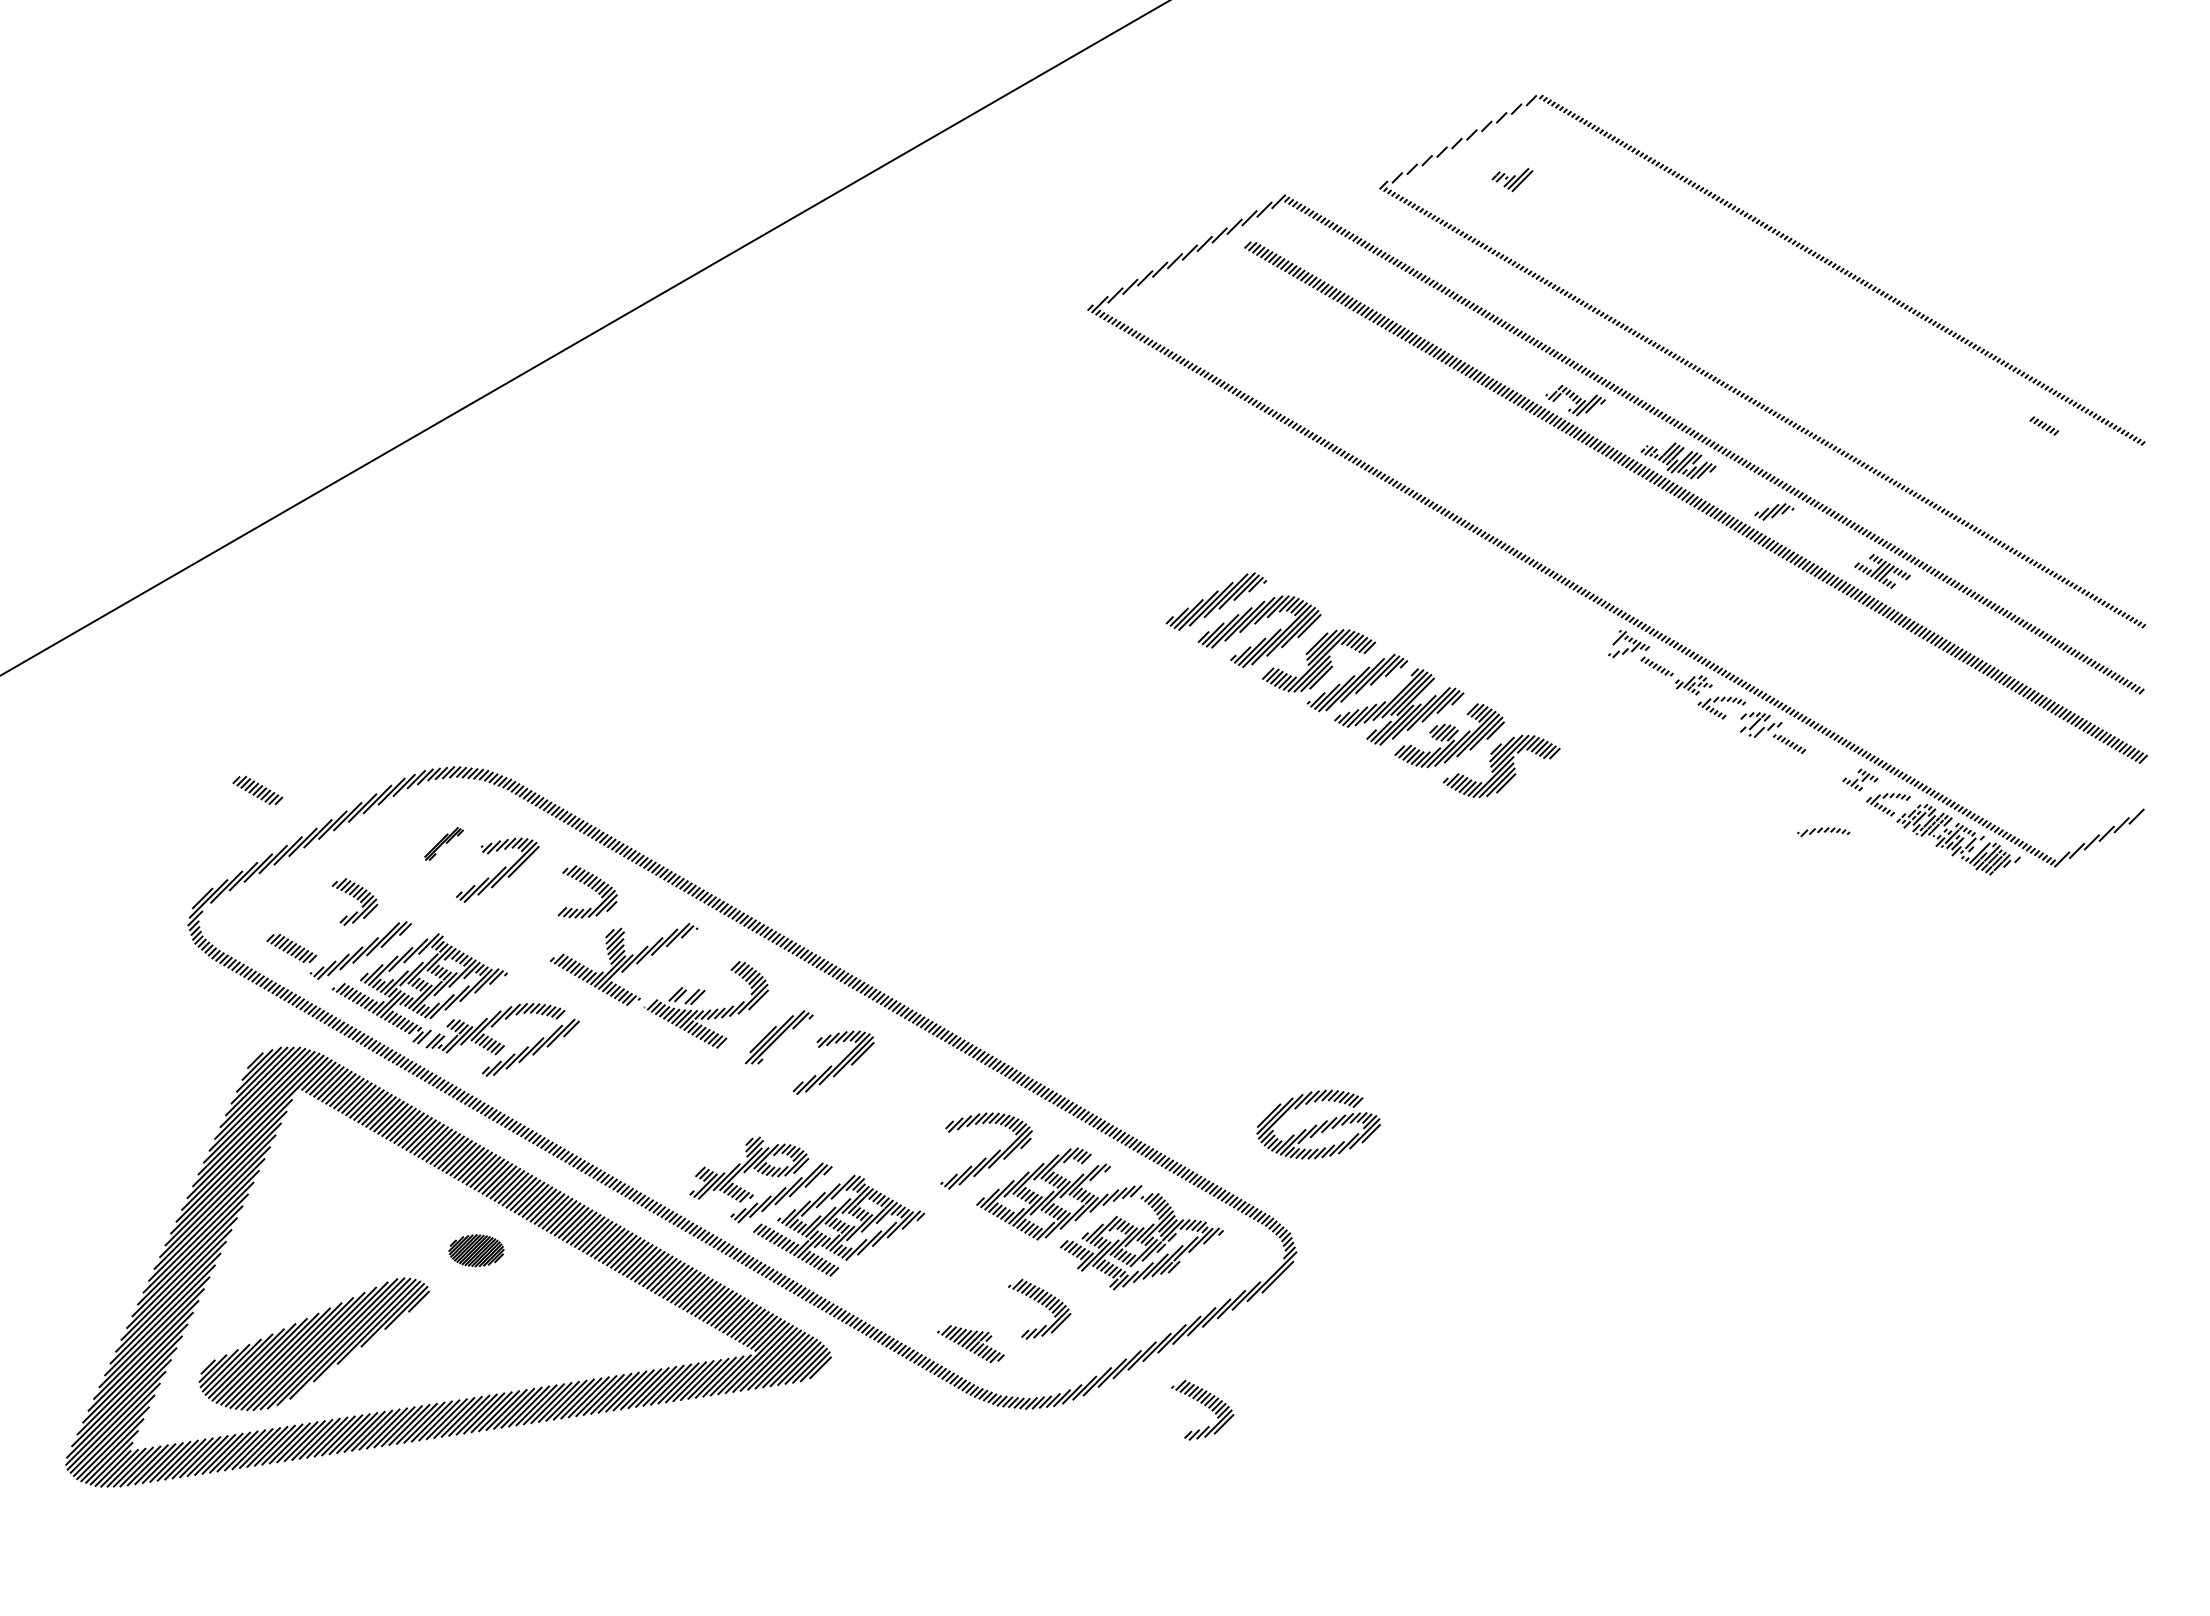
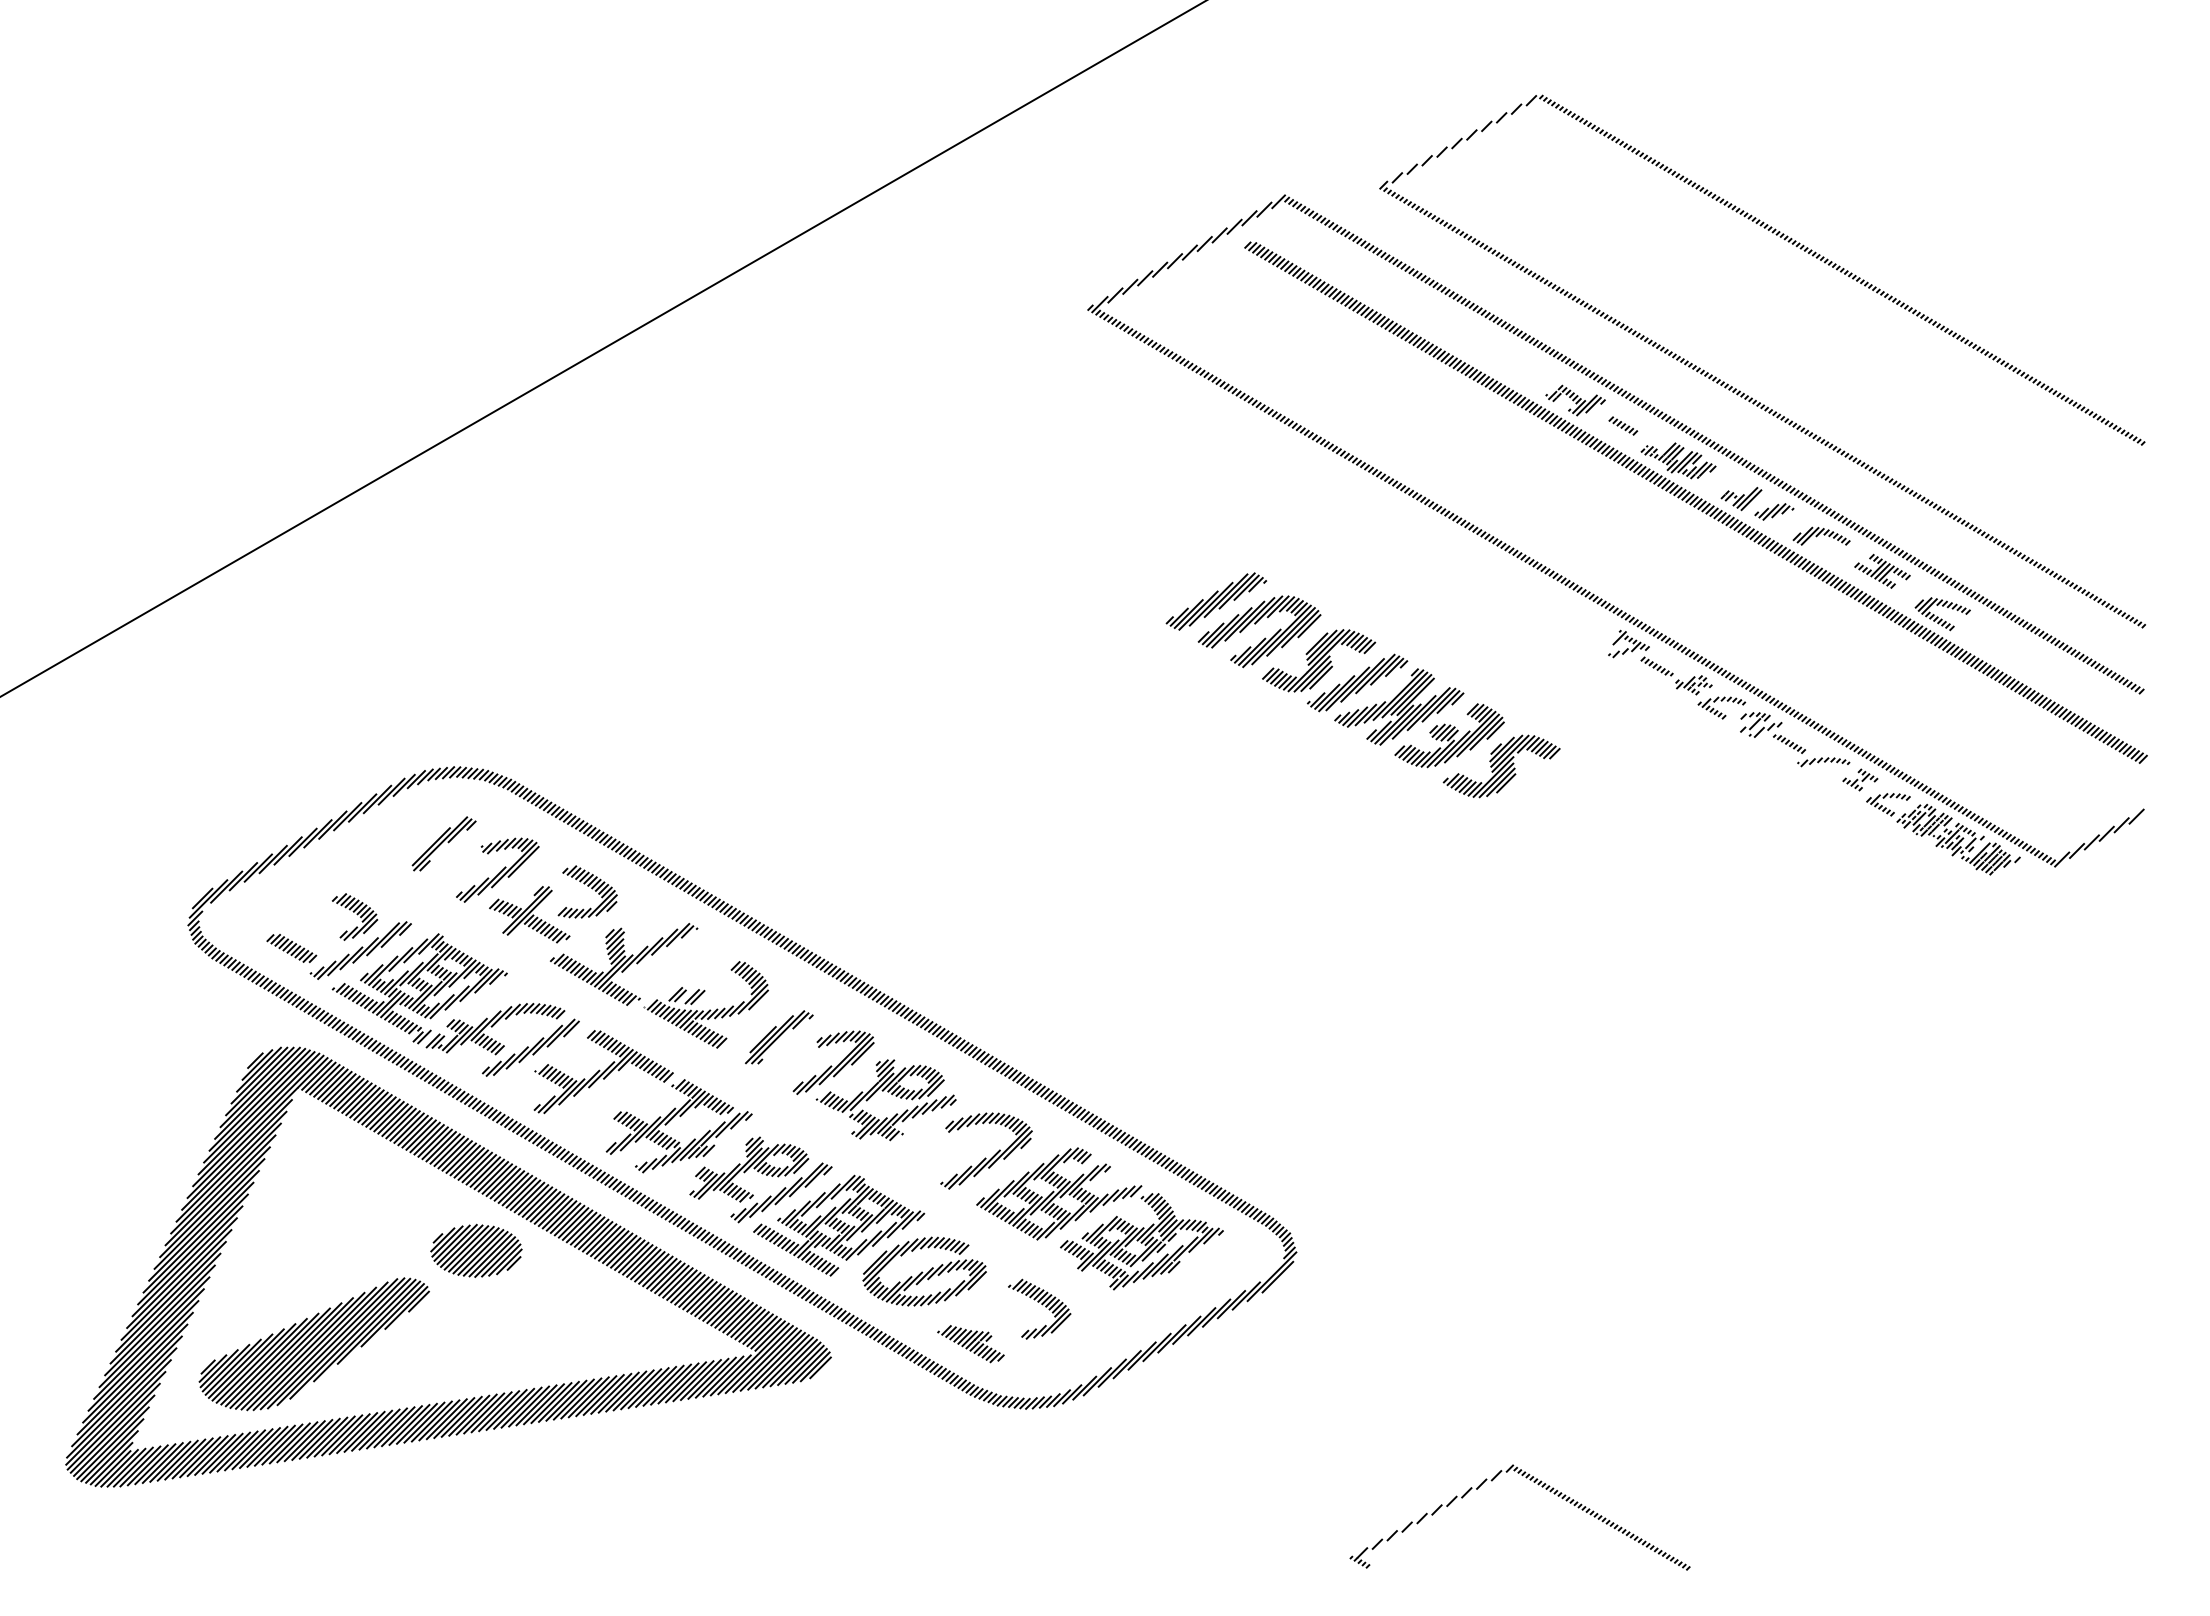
part at (1512, 180) position: (1512, 180) -> (1741, 499)
line at (584, 338) position: (584, 338) -> (602, 348)
part at (2044, 425) position: (2044, 425) -> (1623, 425)
part at (1821, 535): none -> present
part at (1942, 614): none -> present
part at (257, 790): present -> none
part at (1823, 832) position: (1823, 832) -> (1823, 762)
part at (443, 843) size: 40x34 px -> 66x56 px
part at (355, 901) position: (355, 901) -> (355, 916)
part at (529, 914): none -> present
part at (887, 1092): none -> present
part at (635, 1116): none -> present
part at (1318, 1124) position: (1318, 1124) -> (924, 1271)
part at (476, 1250) size: 57x34 px -> 93x55 px
part at (1202, 1409): present -> none
part at (1538, 1485): none -> present
